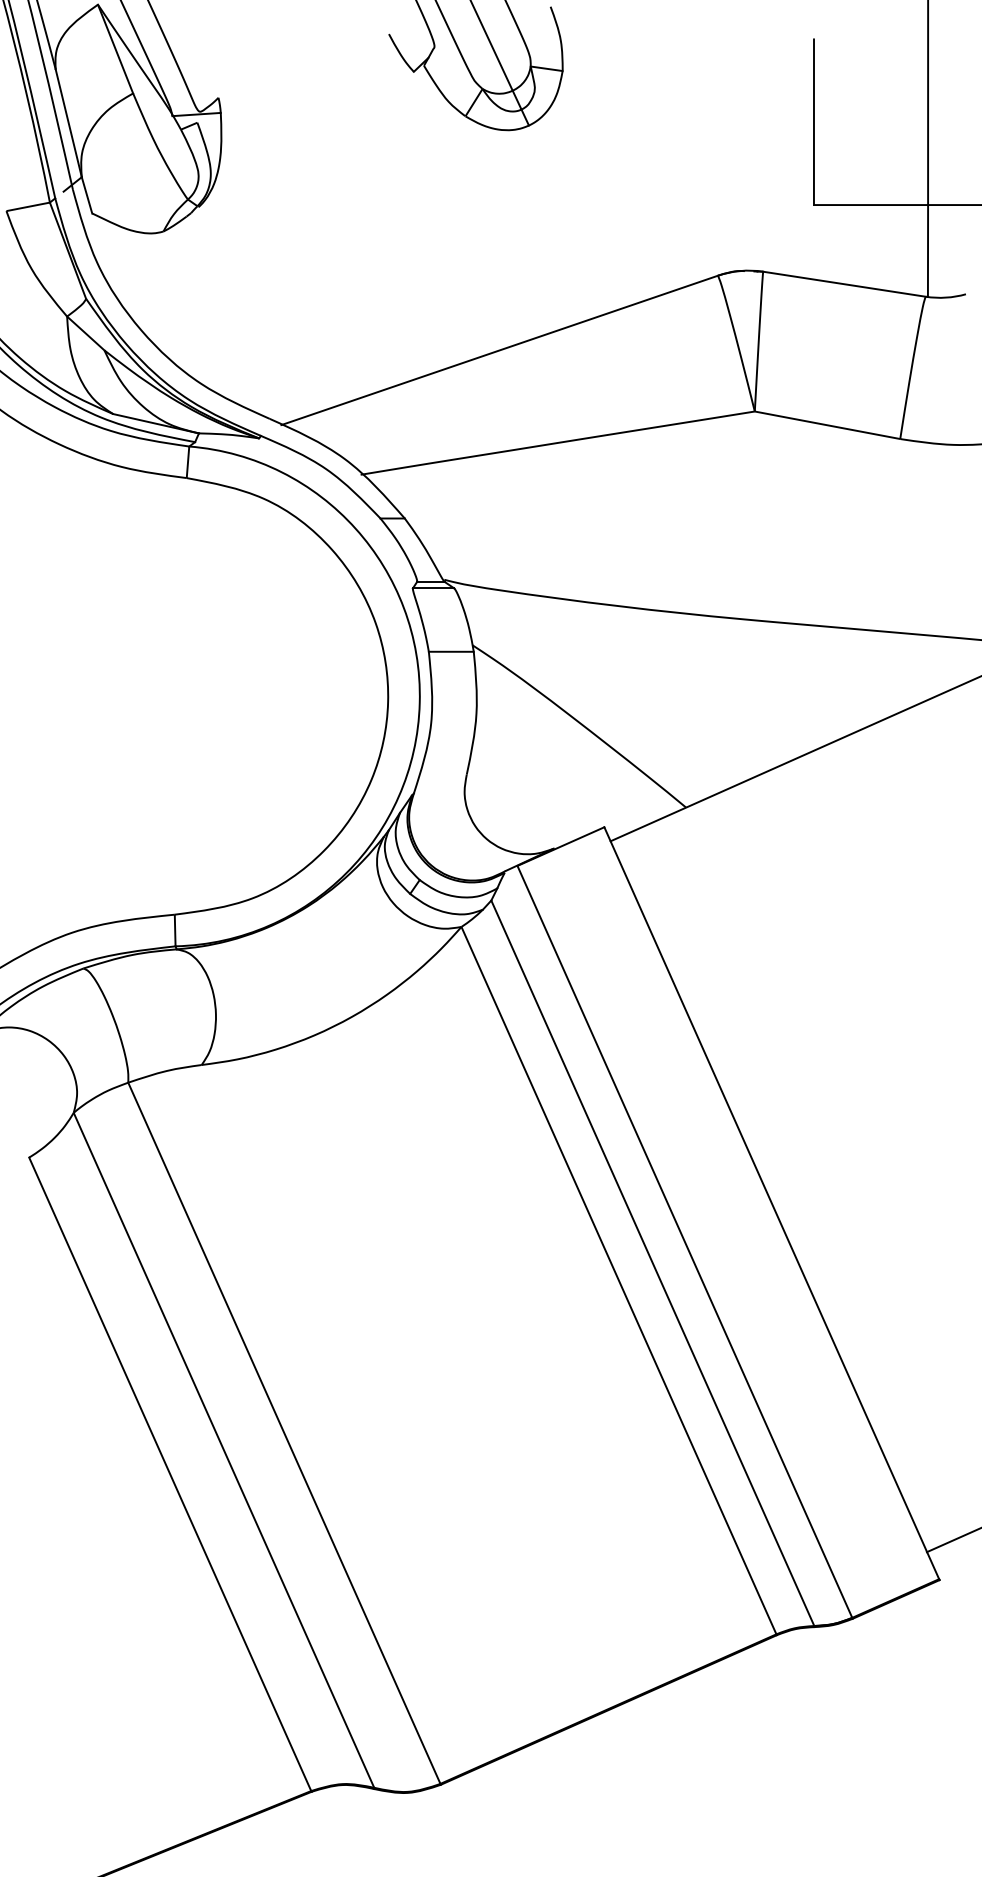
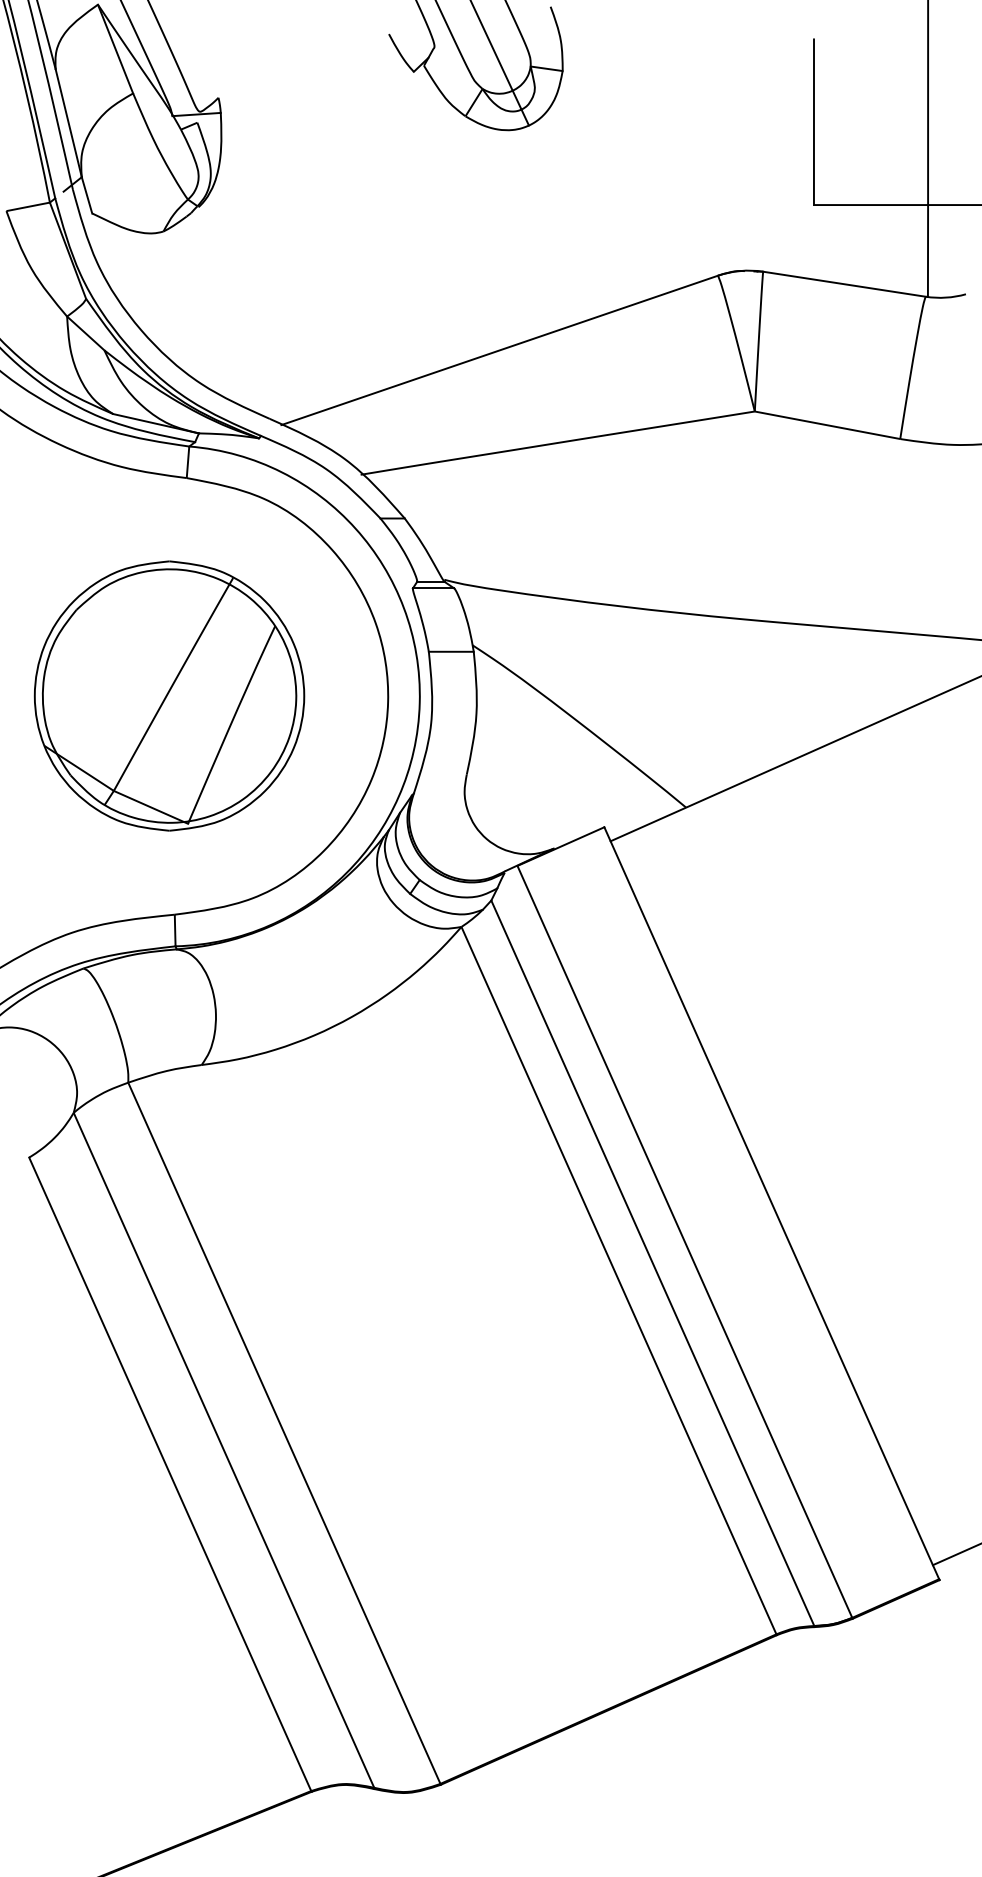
part at (169, 695): none -> present
line at (952, 1540) position: (952, 1540) -> (955, 1554)
